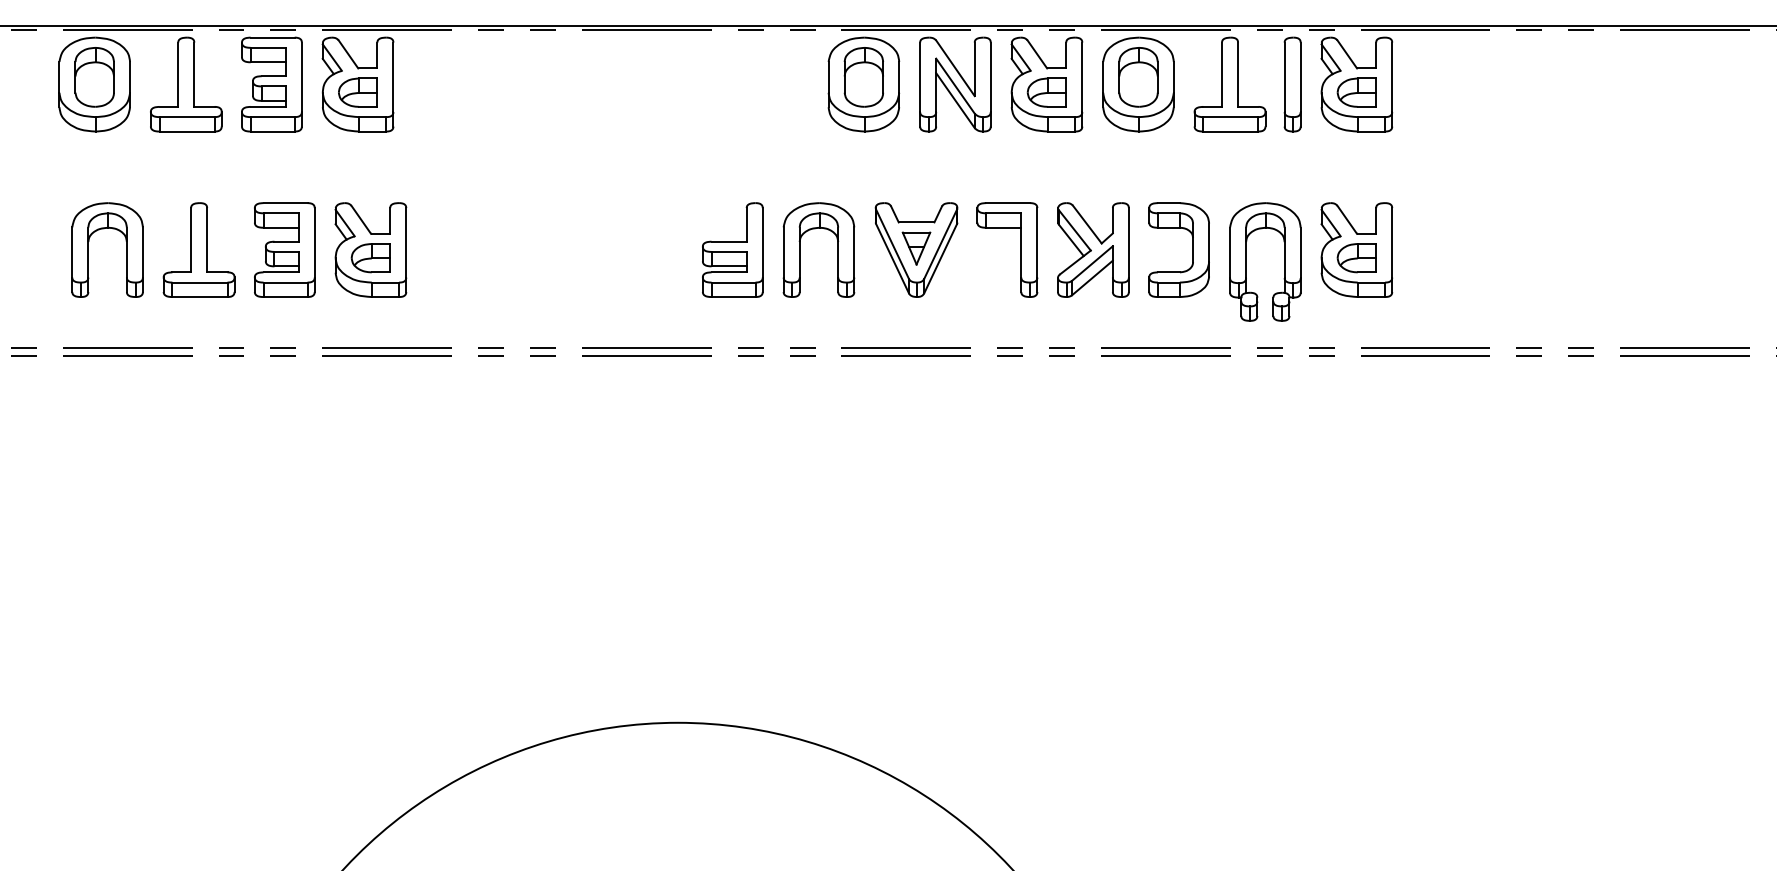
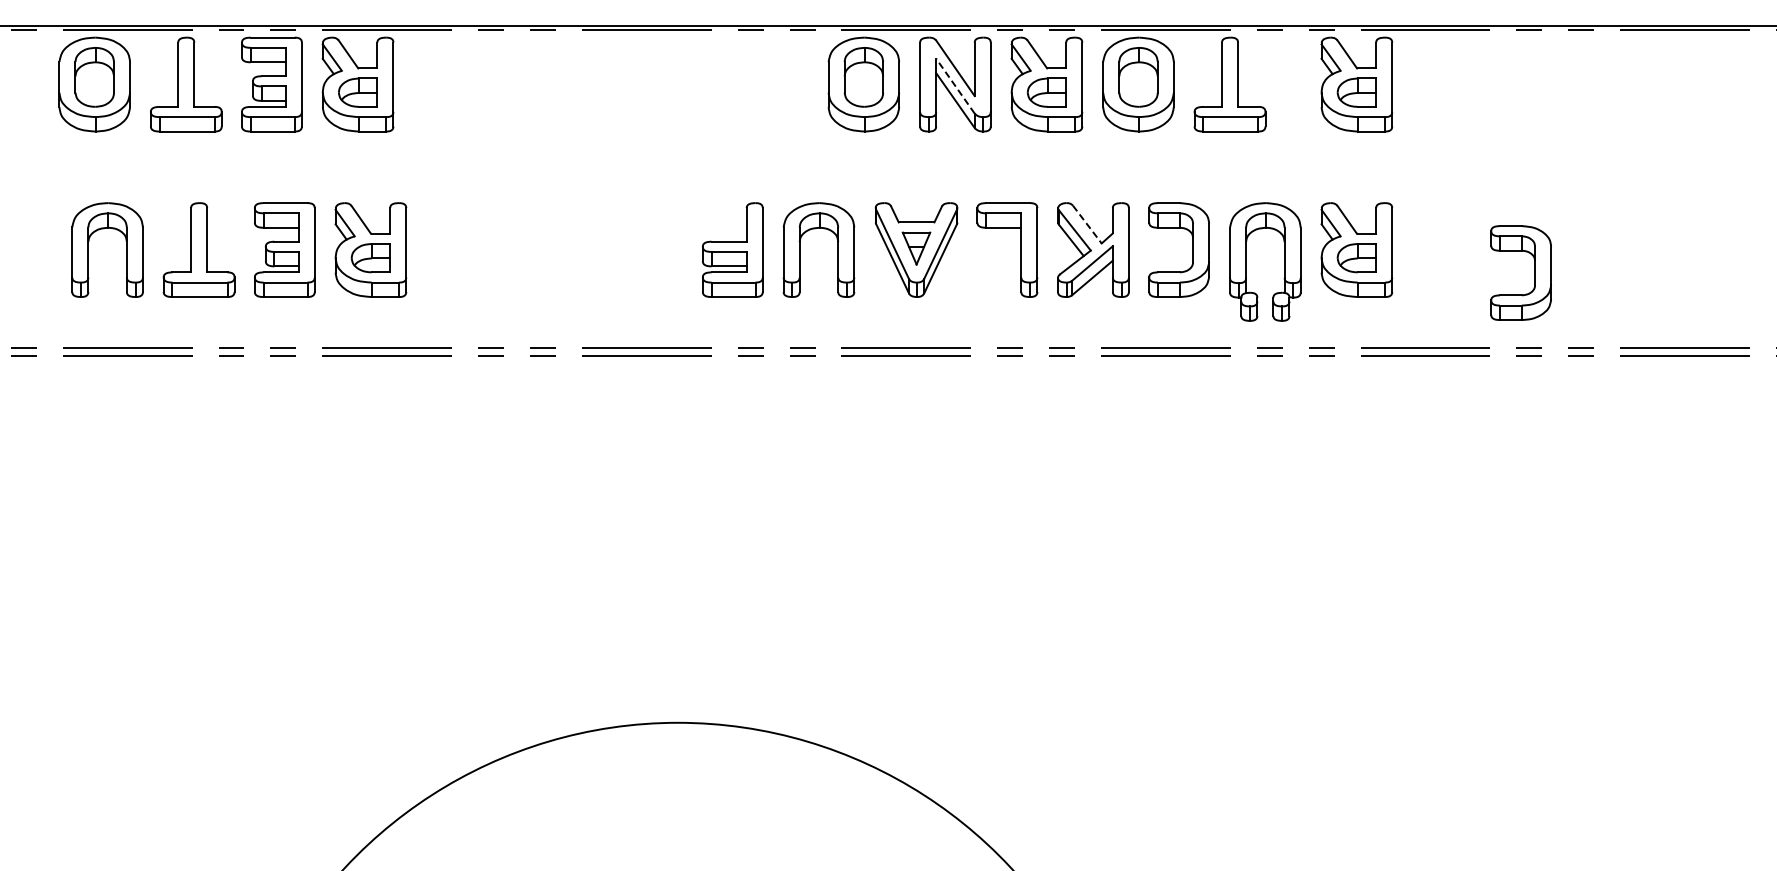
part at (1292, 84): present -> none
line at (955, 86): solid -> dashed
line at (1087, 224): solid -> dashed
part at (1534, 272): none -> present
